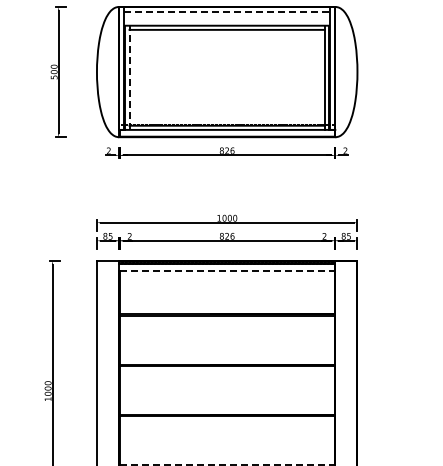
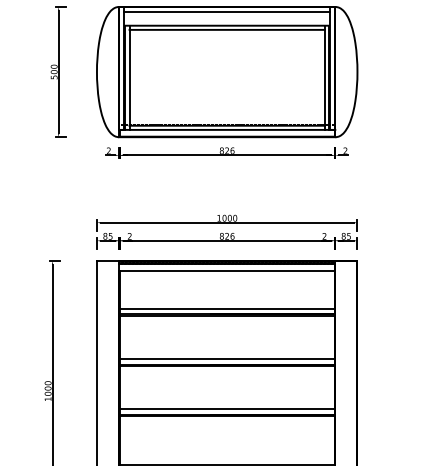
line at (227, 12): dashed -> solid
line at (129, 77): dashed -> solid
line at (227, 271): dashed -> solid
line at (226, 308): none -> present
line at (226, 359): none -> present
line at (226, 409): none -> present
line at (227, 465): dashed -> solid
